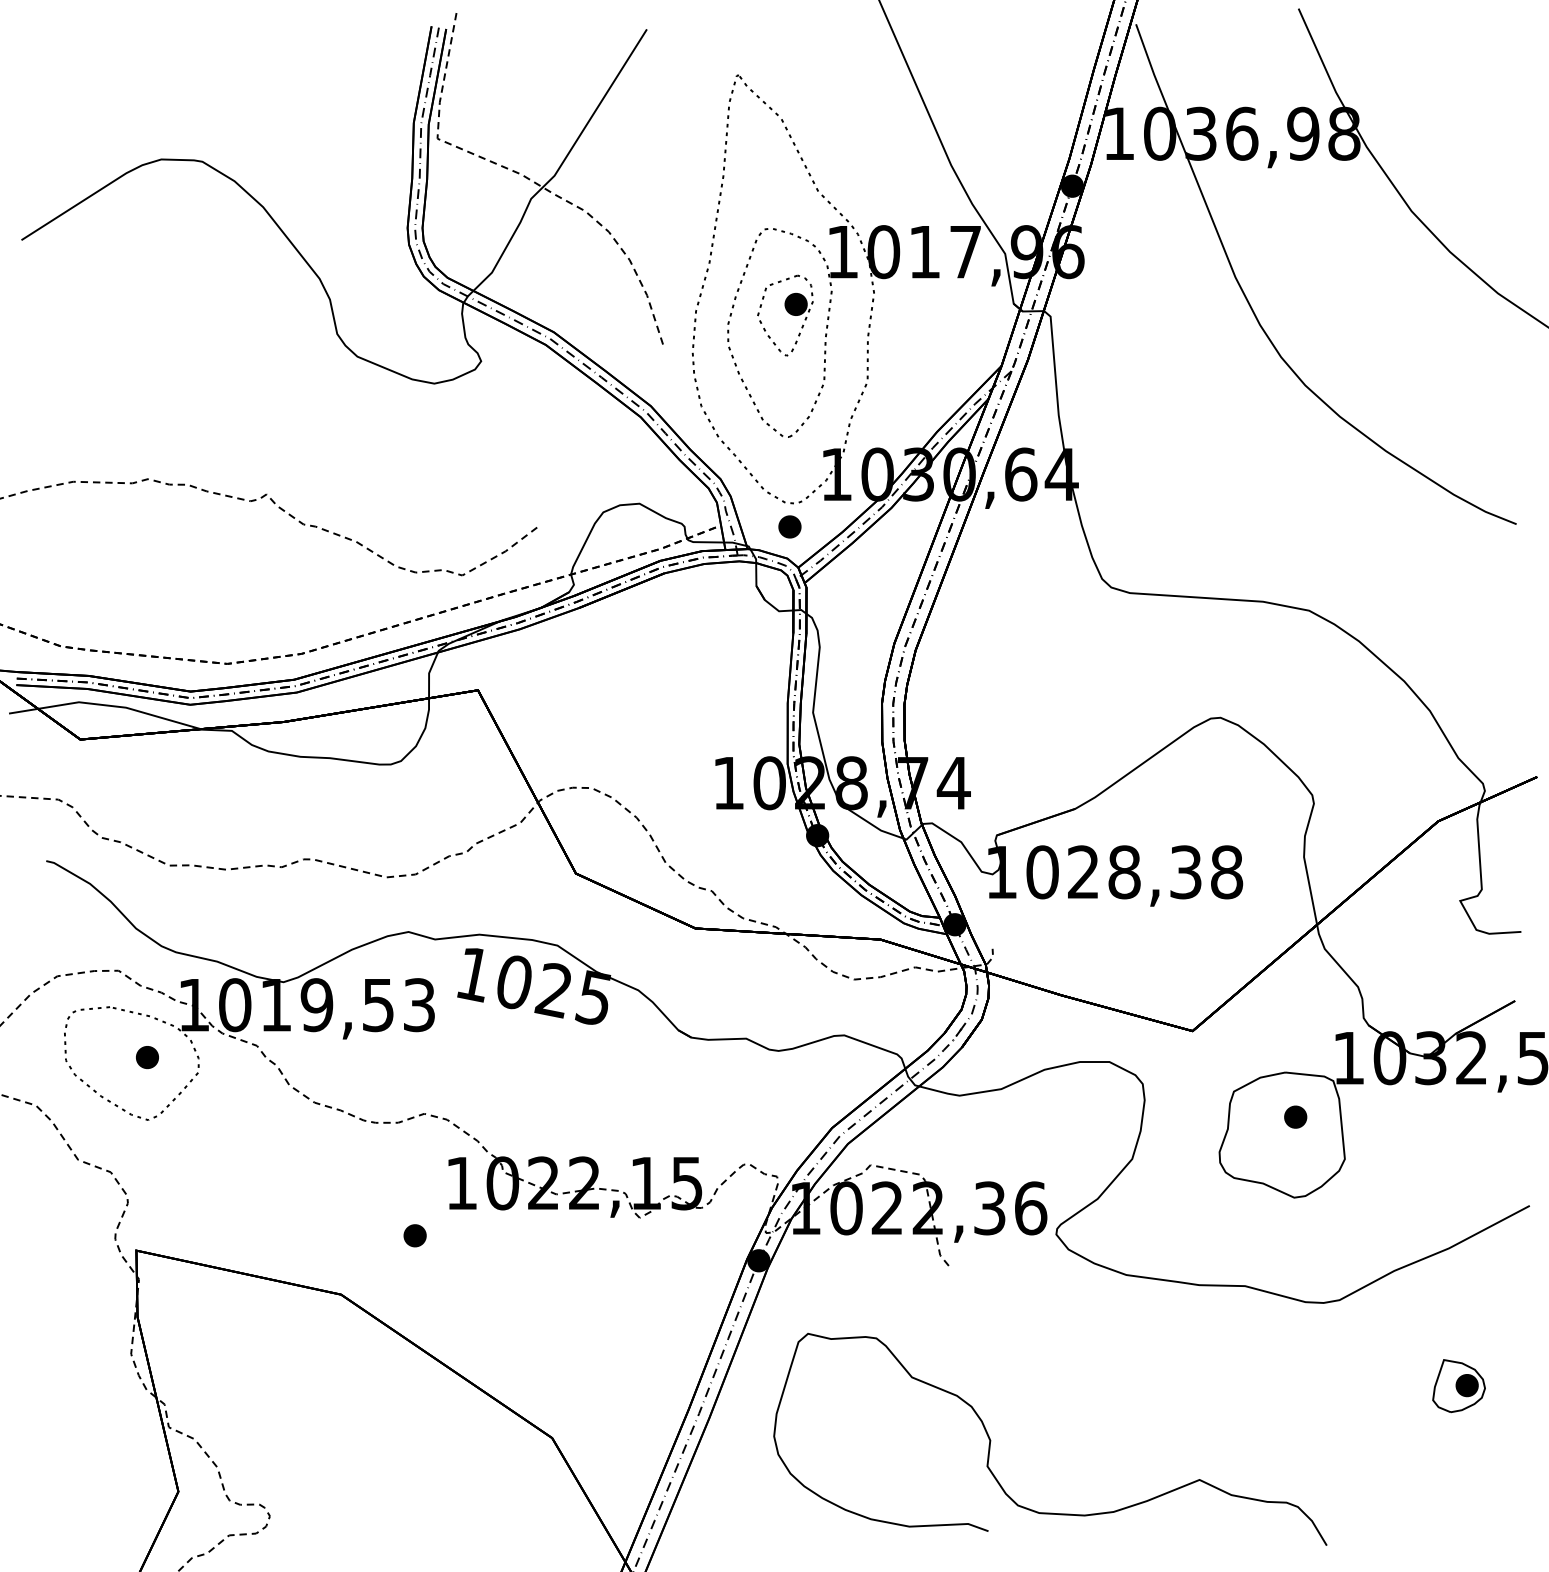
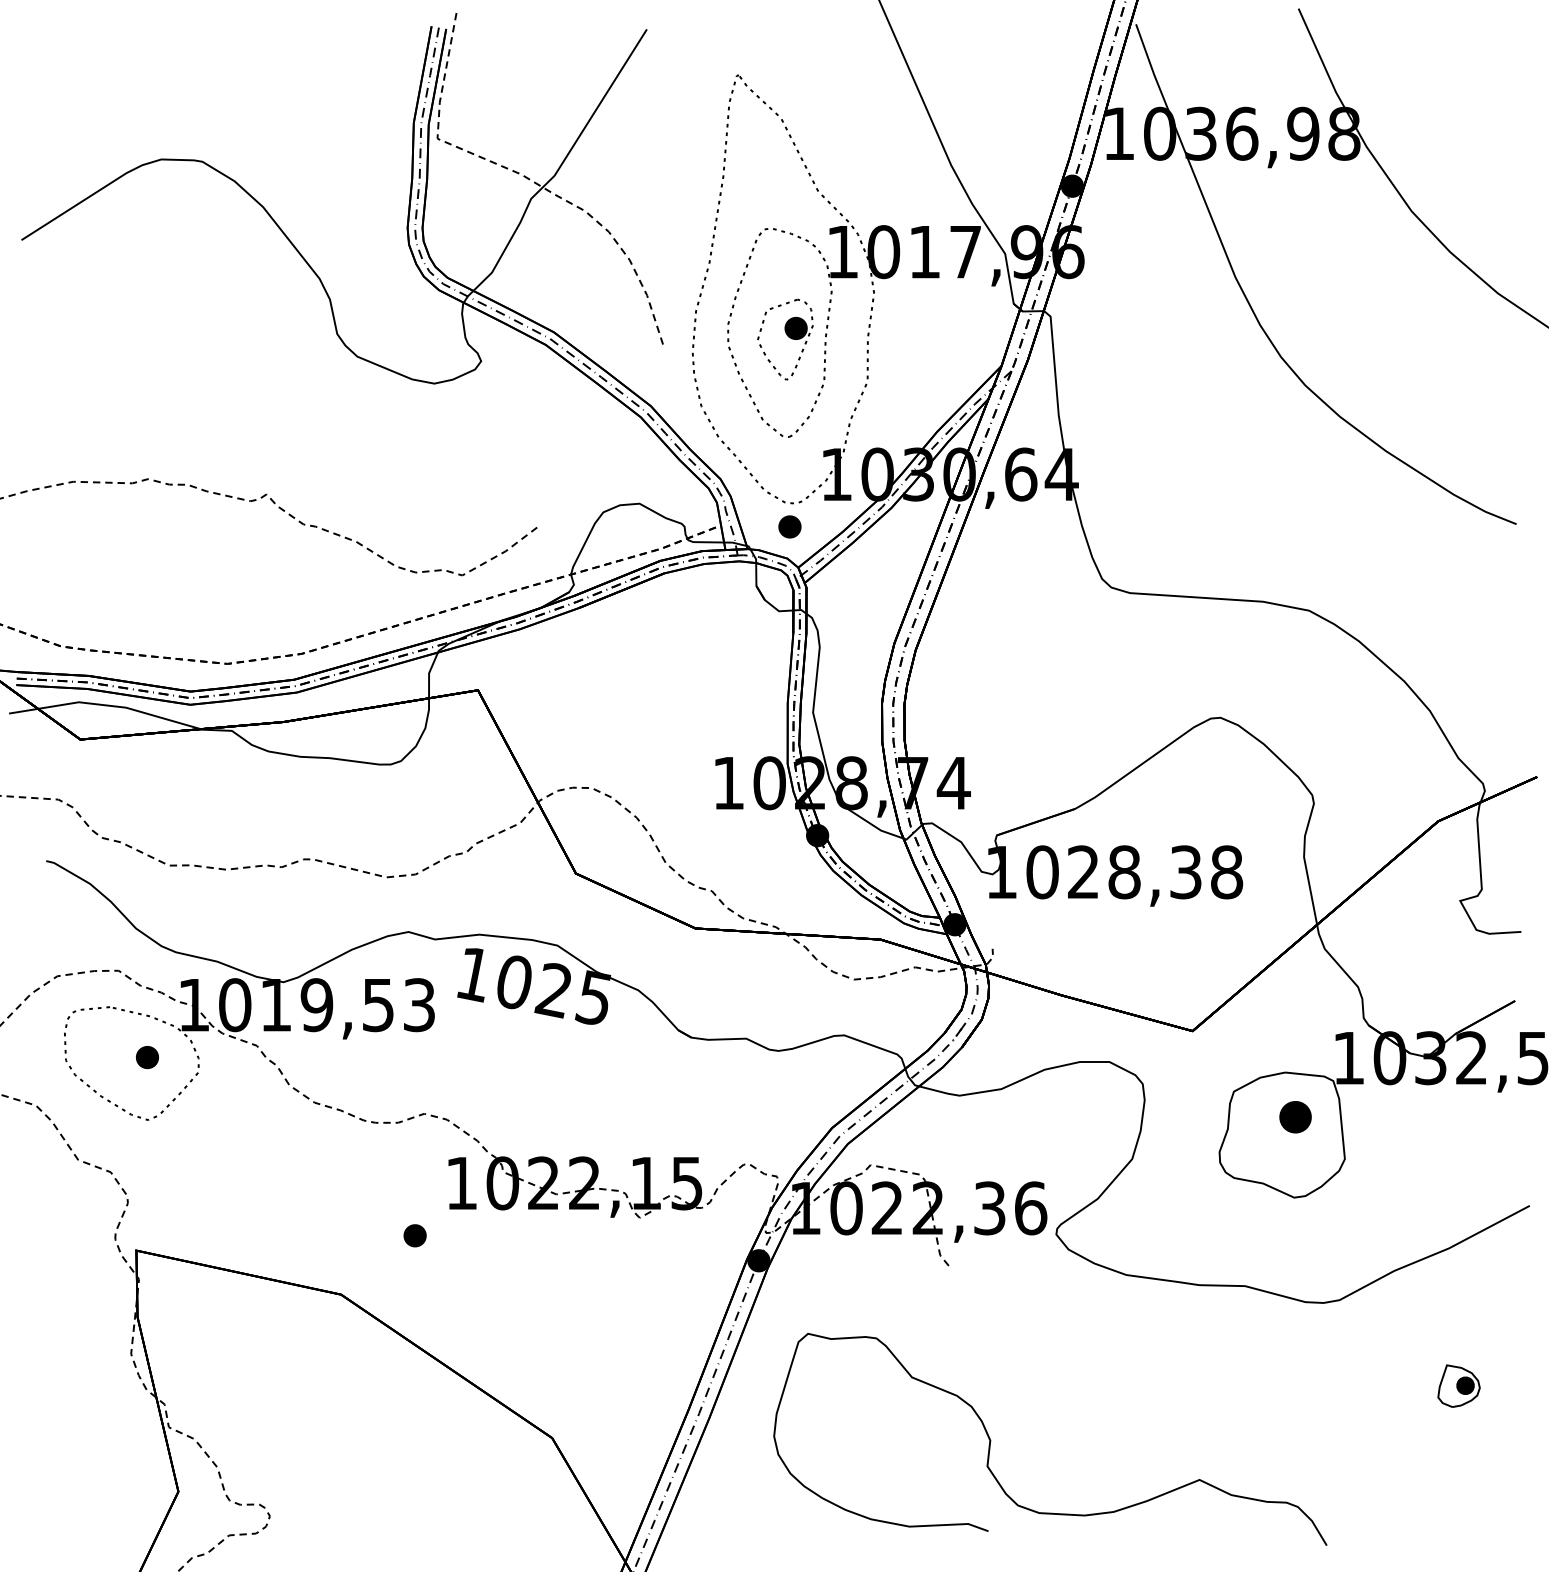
part at (785, 315) position: (785, 315) -> (785, 339)
part at (1295, 1116) size: 24x24 px -> 33x33 px
part at (1458, 1386) size: 54x55 px -> 44x44 px
